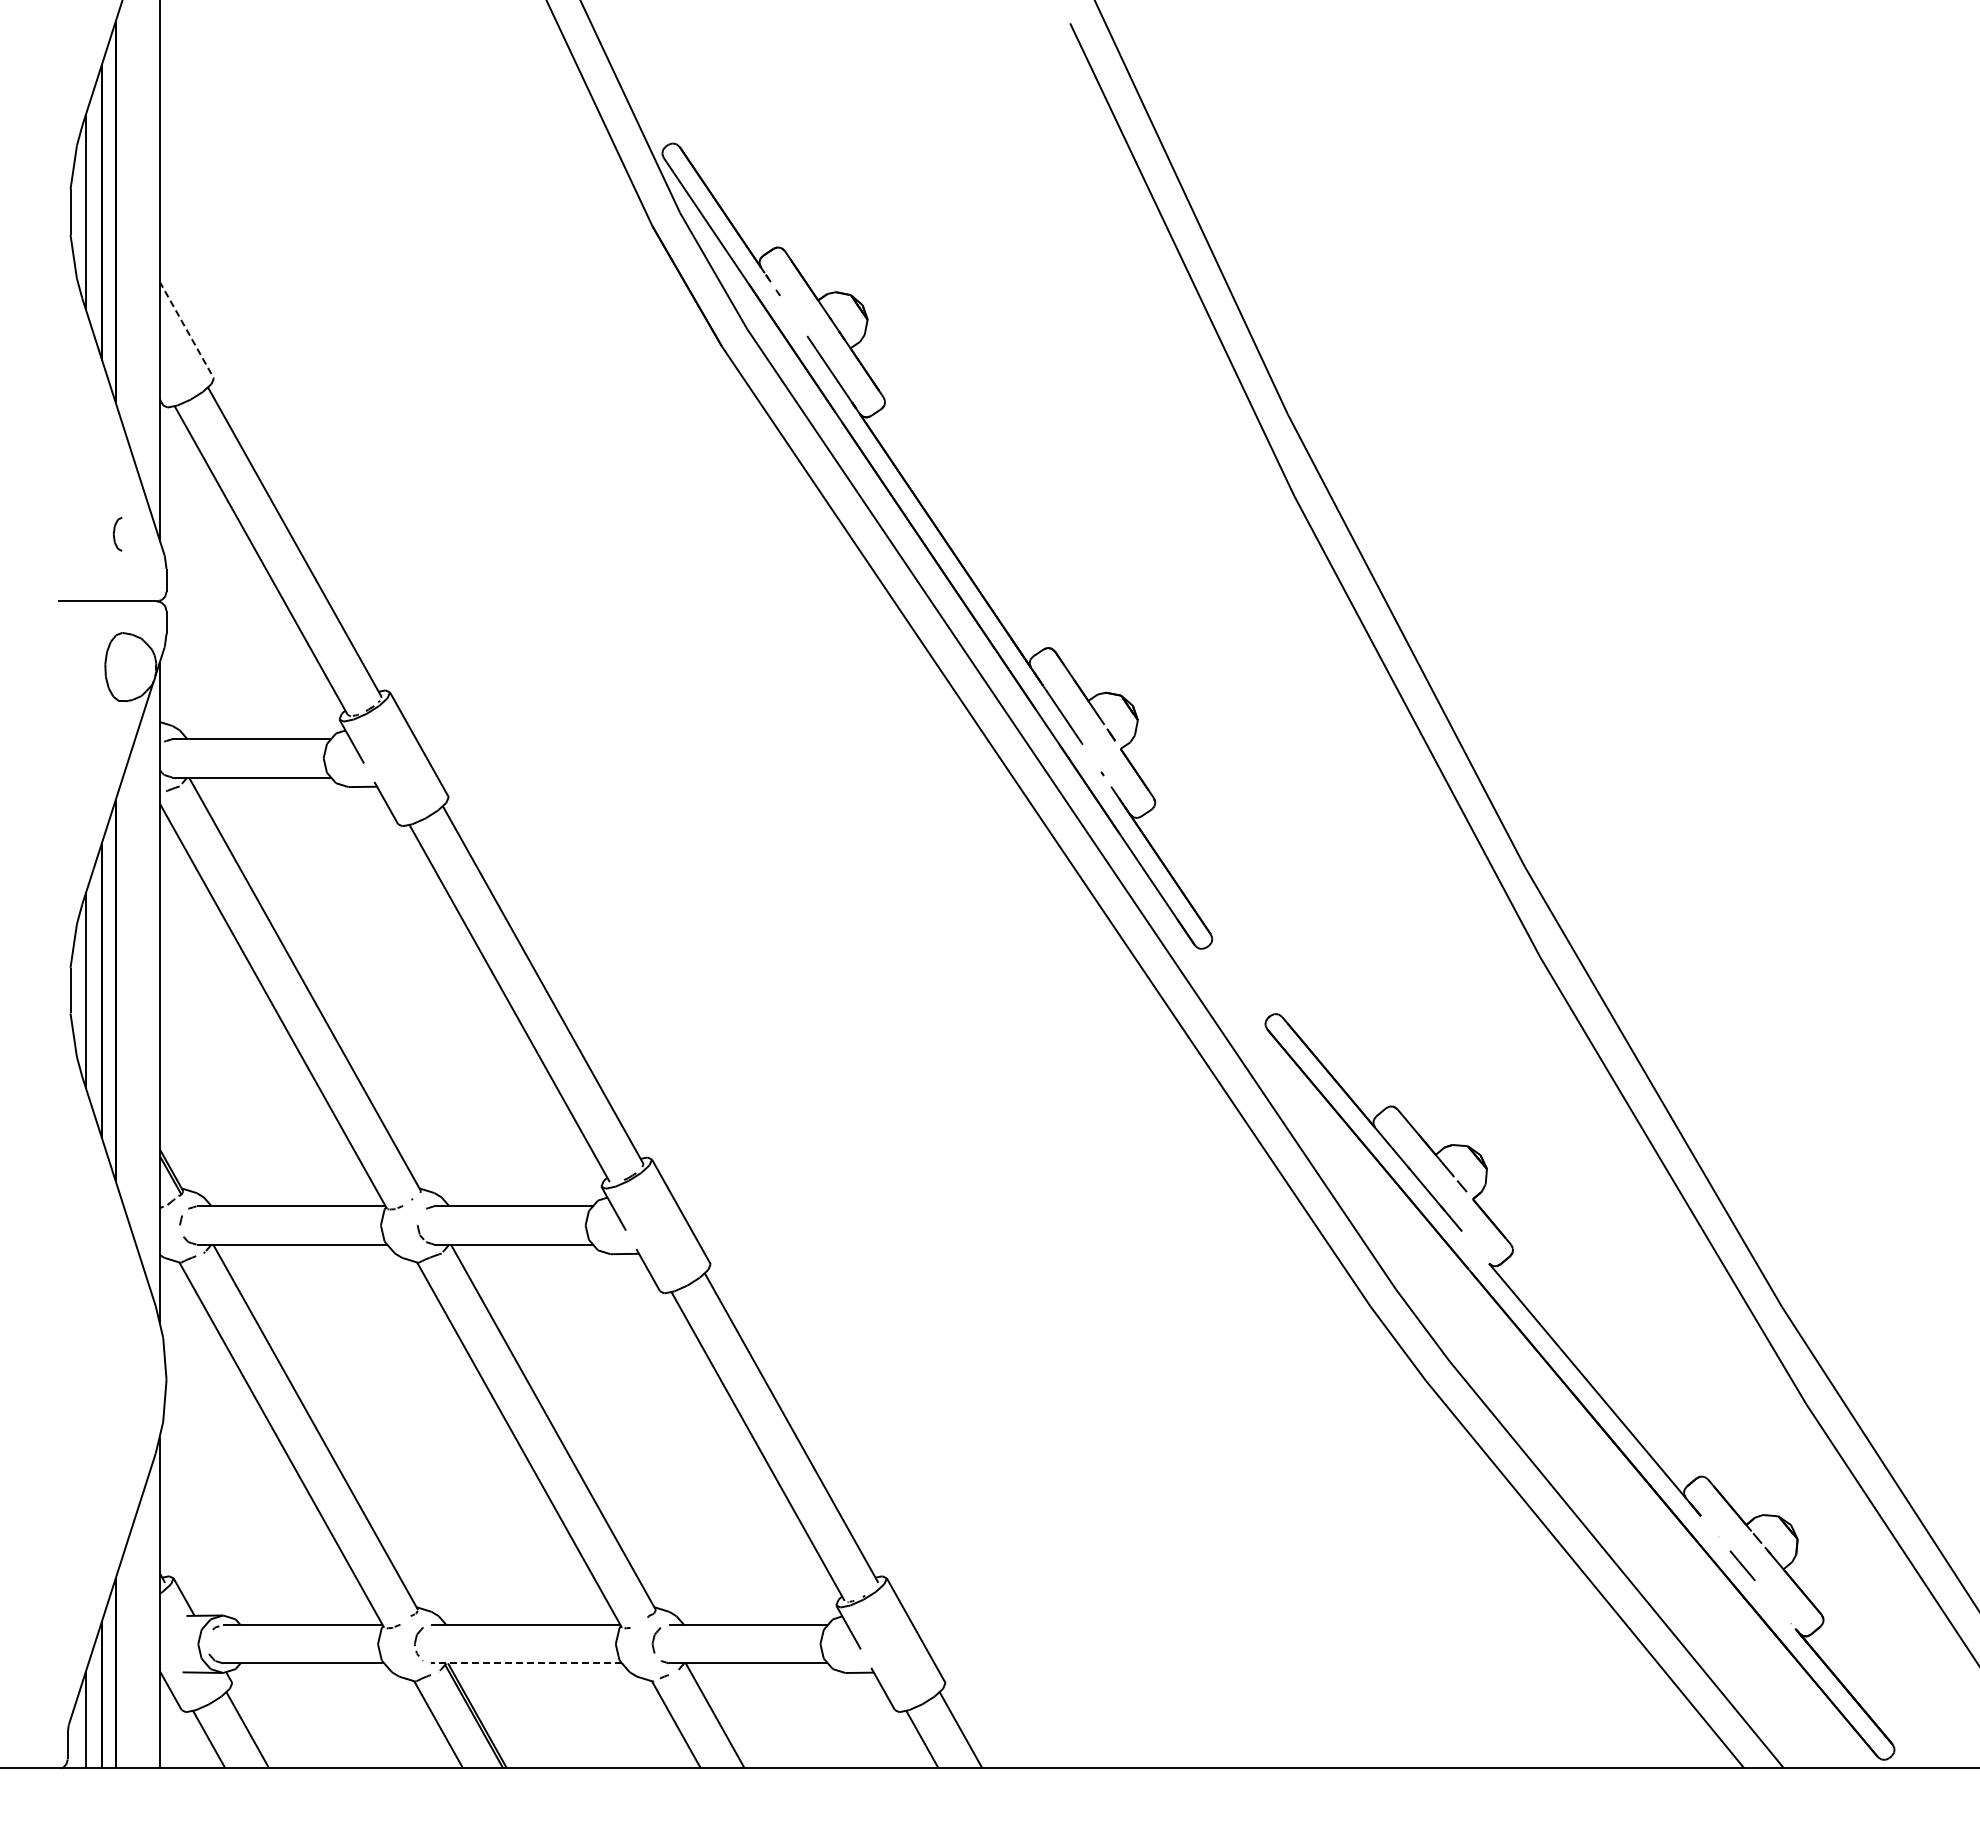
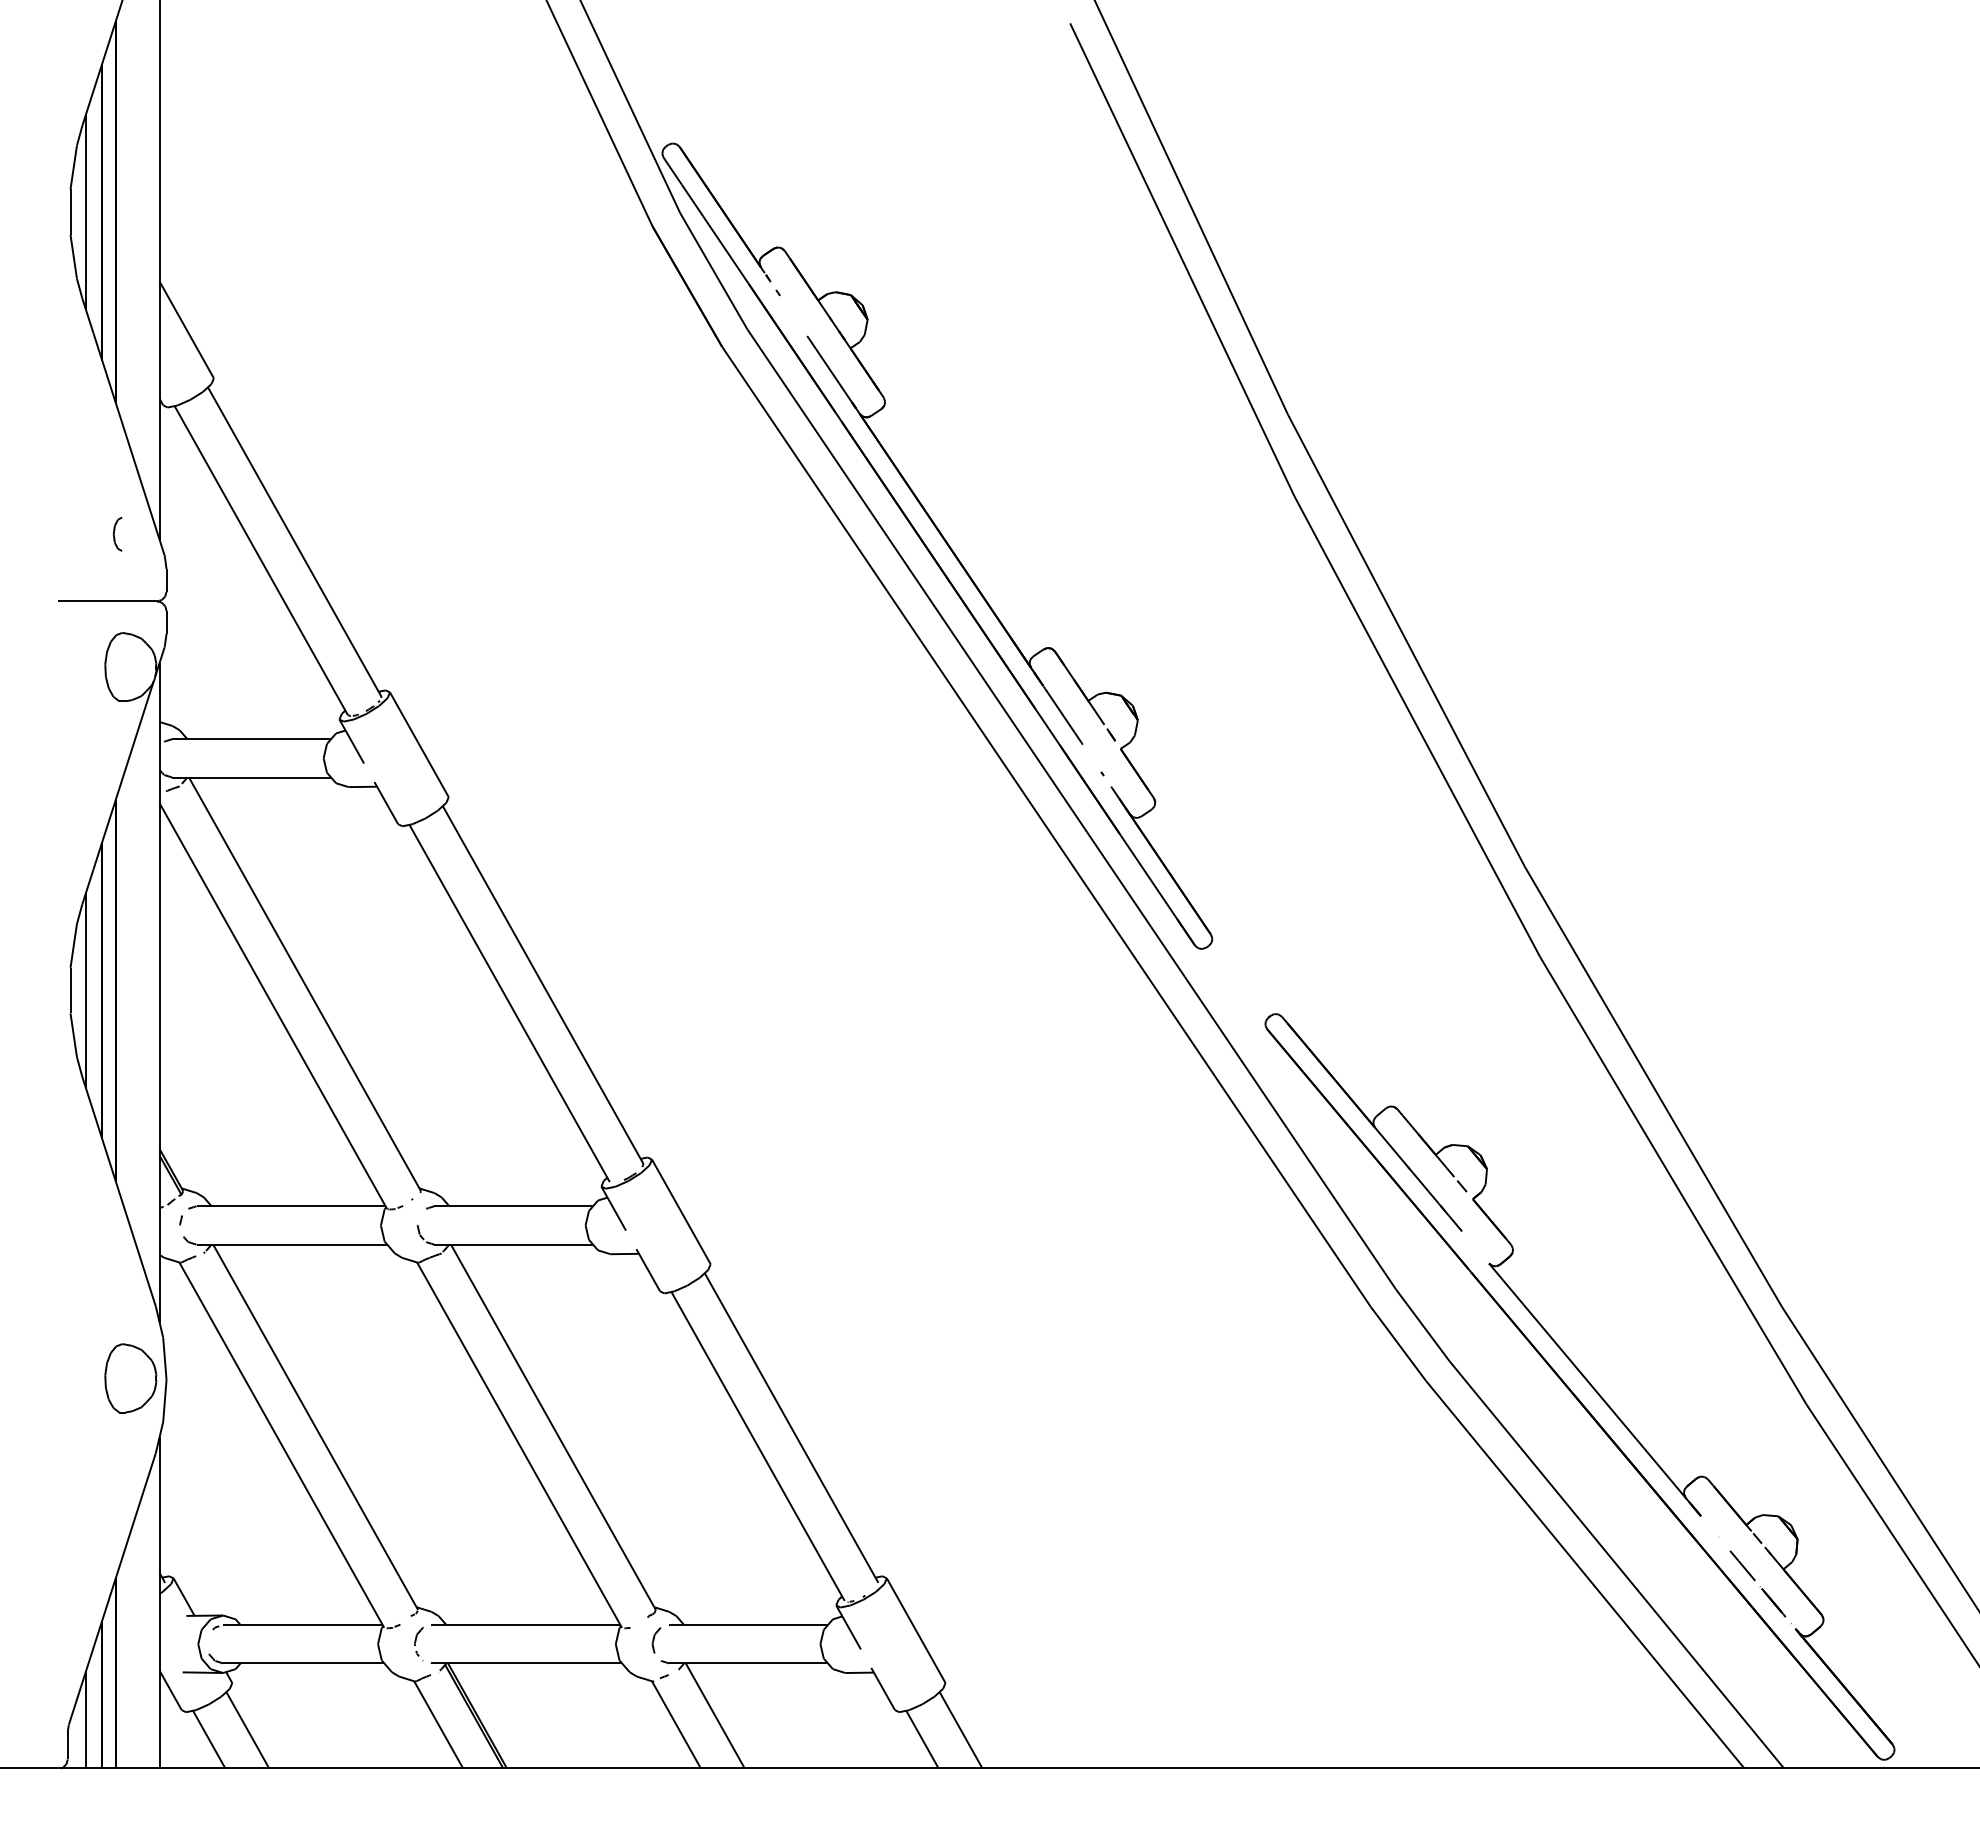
line at (187, 330): dashed -> solid
part at (130, 1378): none -> present
line at (1772, 1601): none -> present
line at (526, 1663): dashed -> solid
